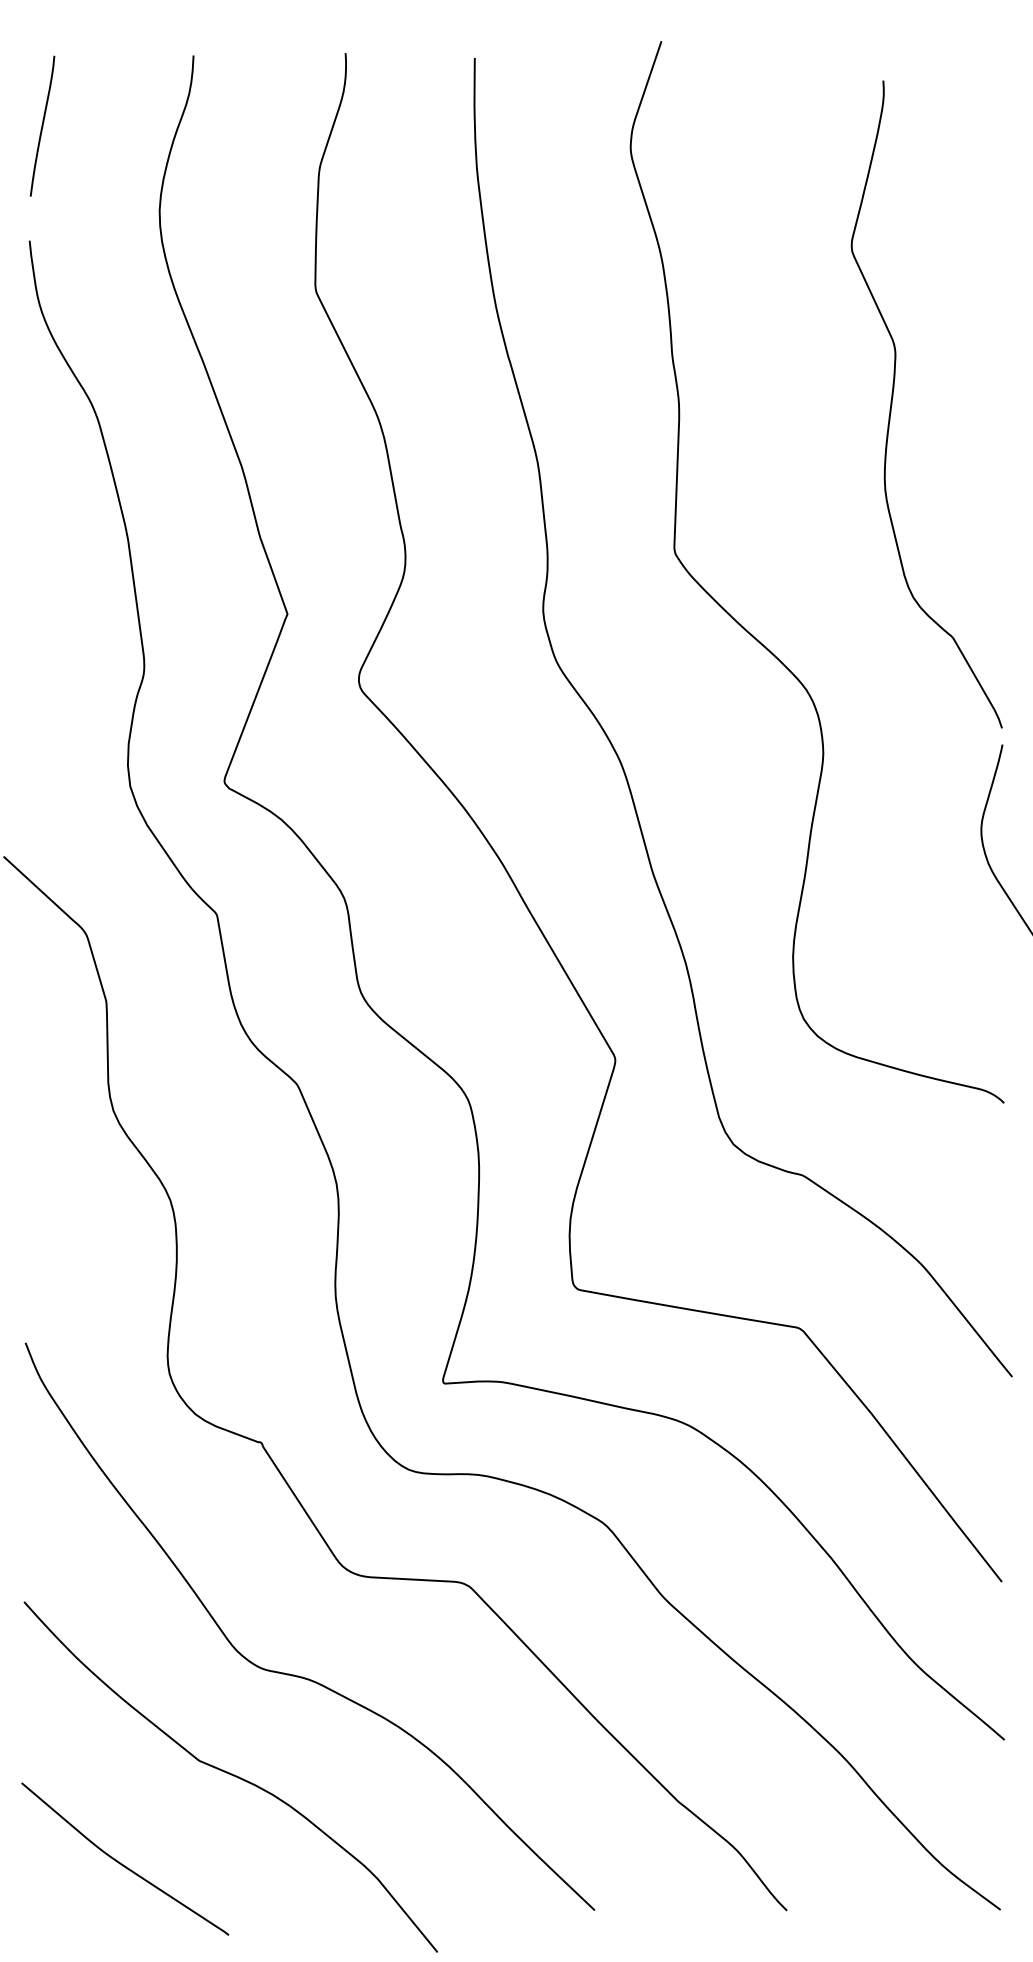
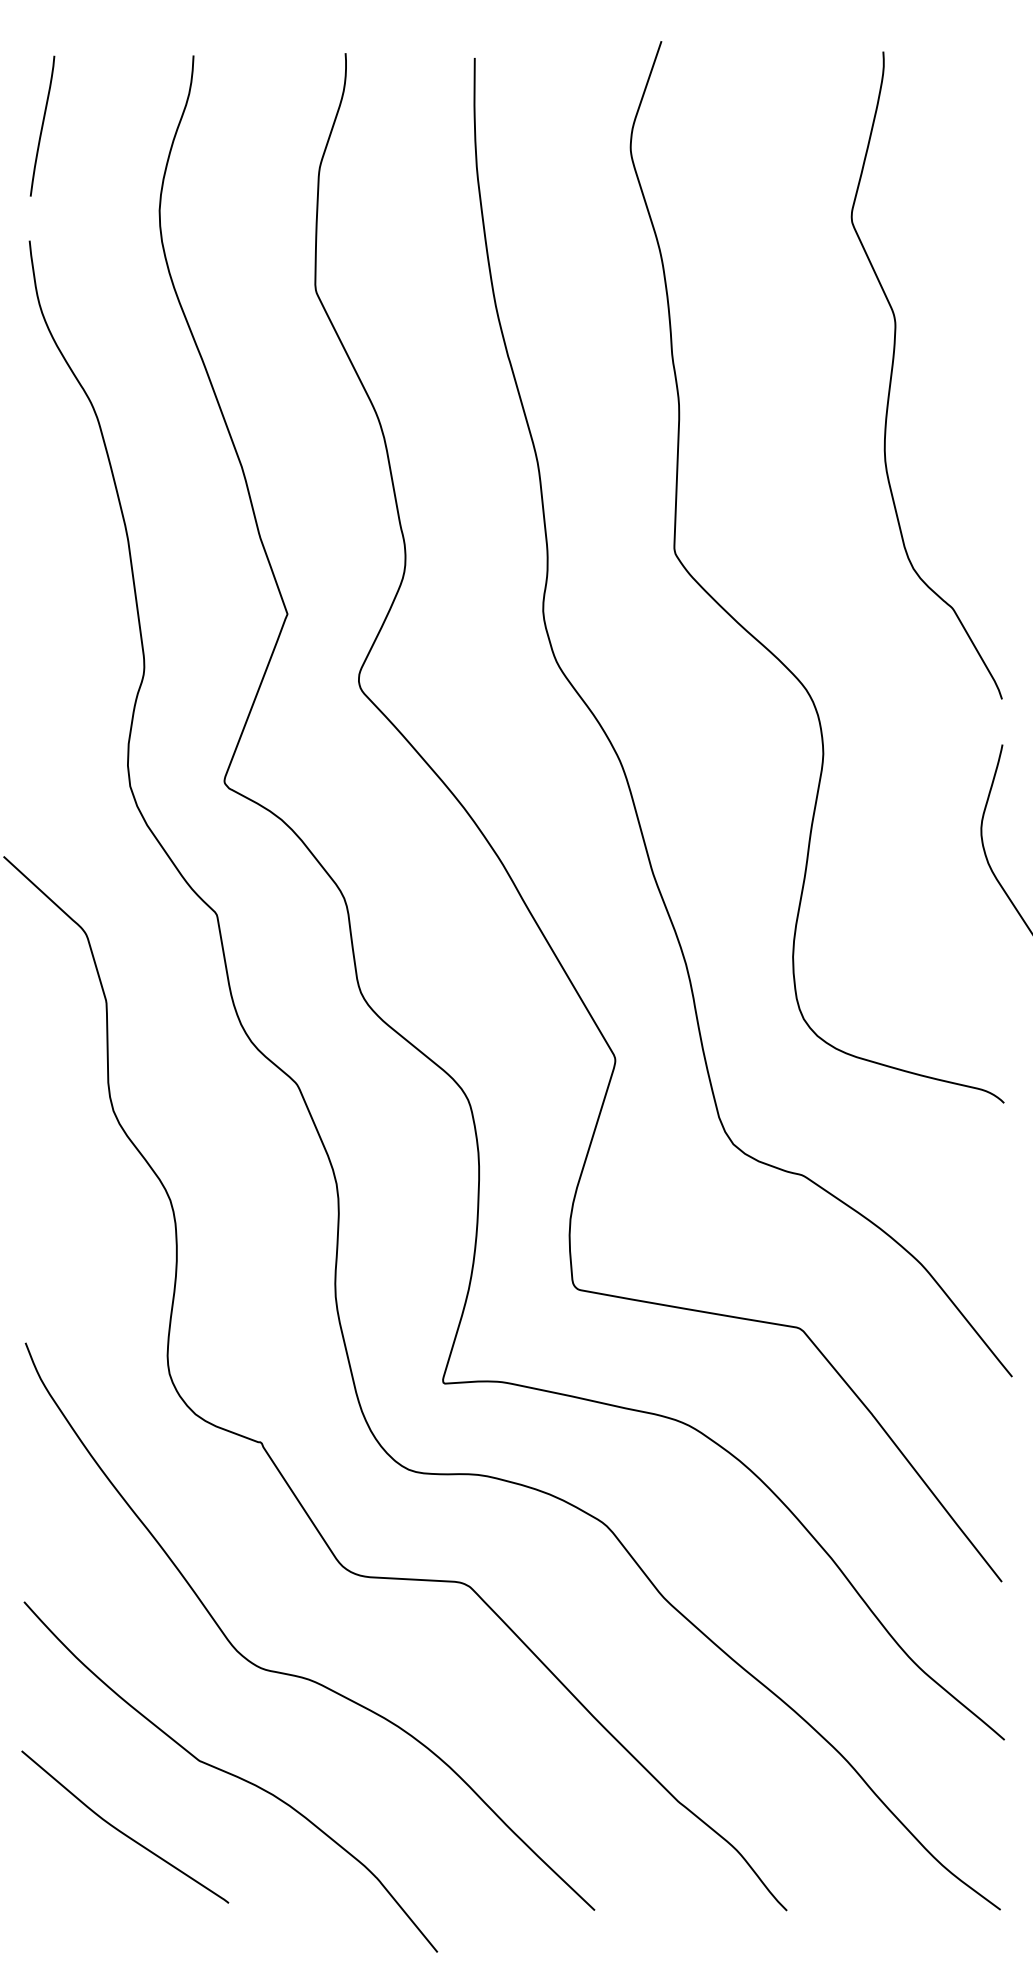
curve at (893, 397) position: (893, 397) -> (893, 368)
curve at (122, 1863) position: (122, 1863) -> (122, 1831)
